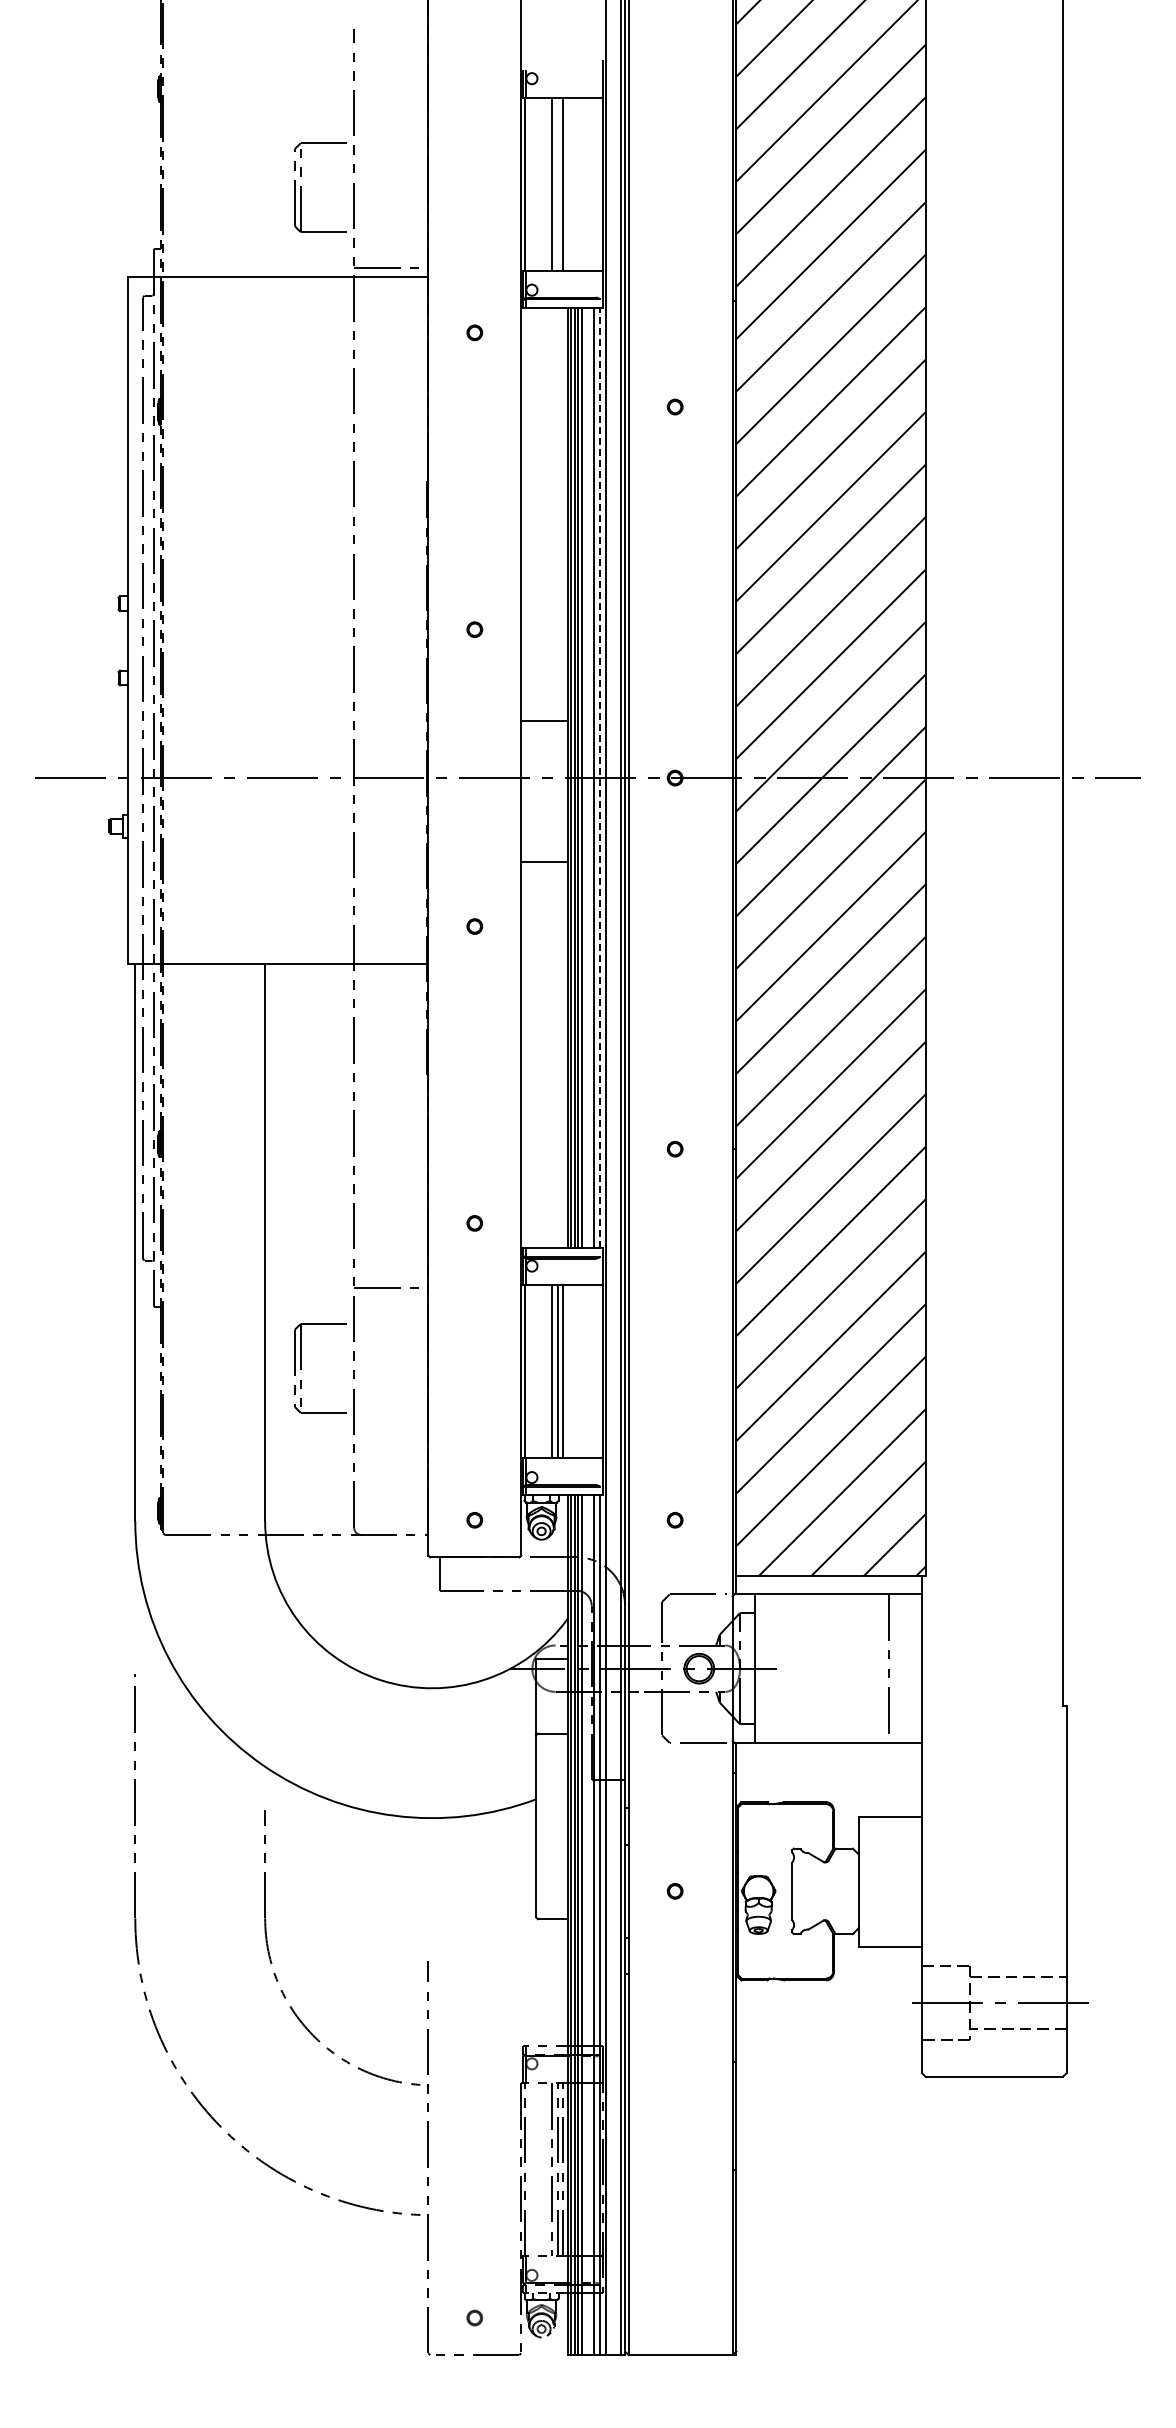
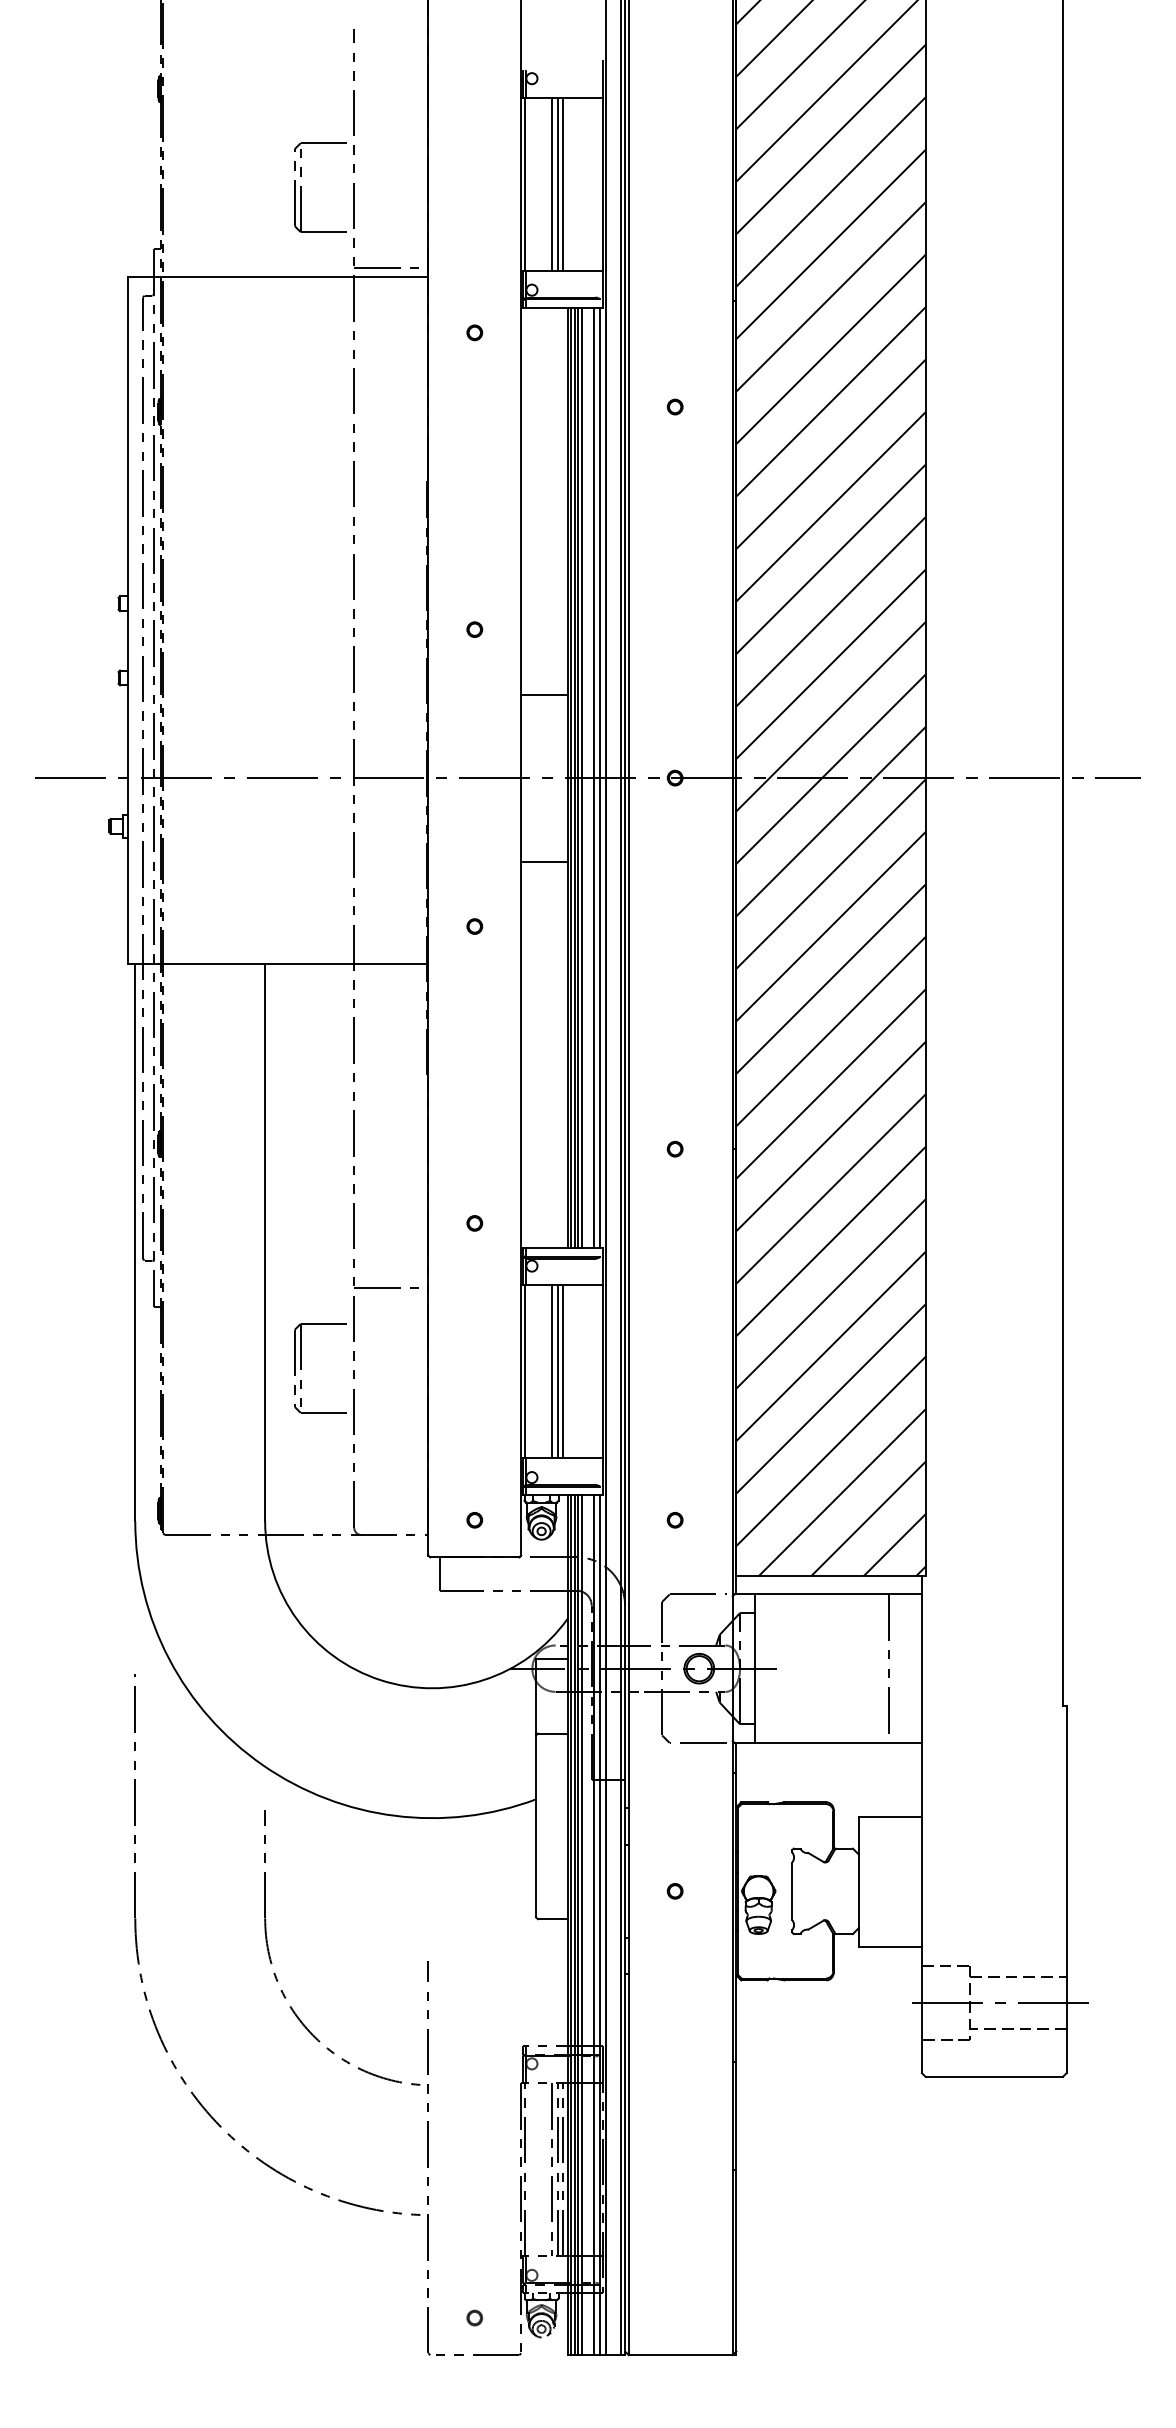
line at (558, 183): none -> present
line at (544, 720) position: (544, 720) -> (544, 694)
line at (600, 777): dashed -> solid
